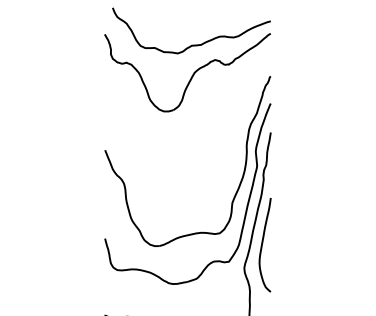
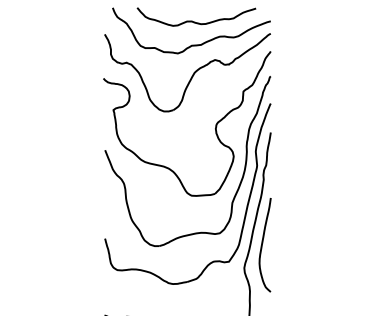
curve at (195, 21): none -> present
part at (215, 124): none -> present
